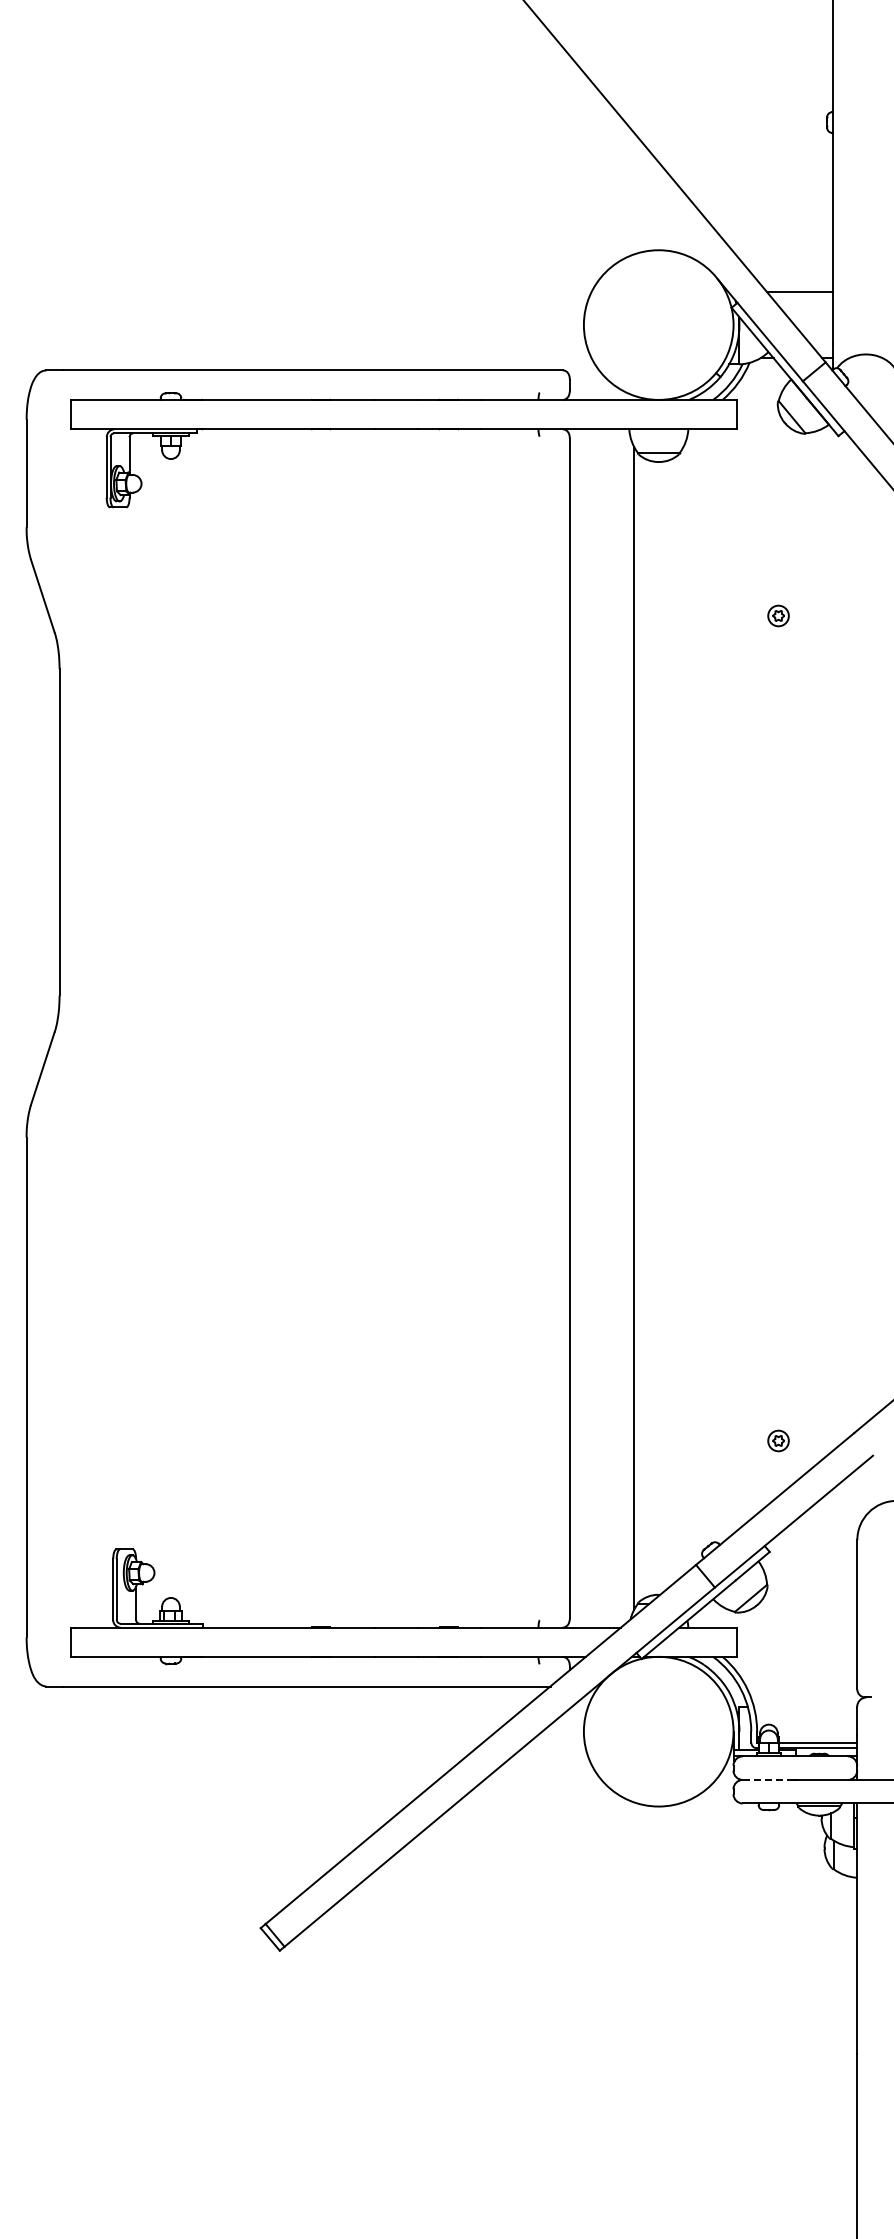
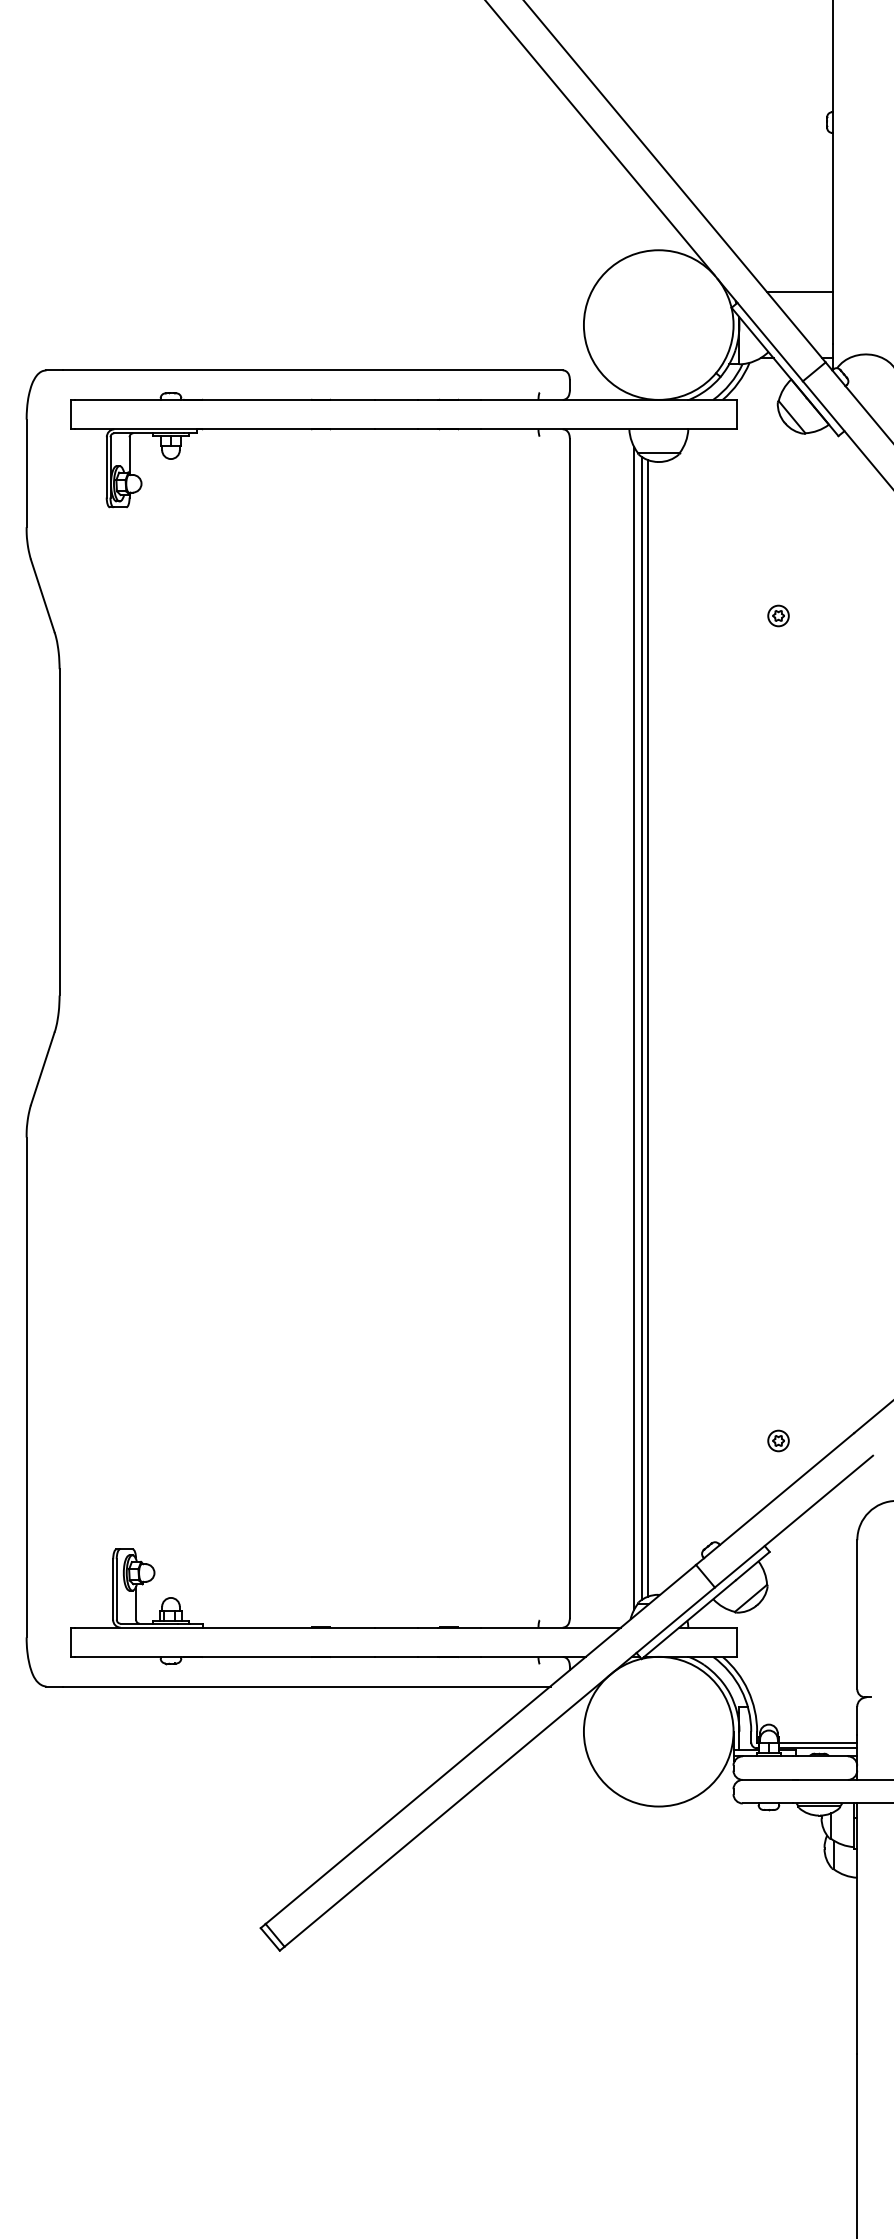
line at (600, 138): none -> present
line at (642, 1028): none -> present
line at (647, 1028): none -> present
line at (767, 1779): dashed -> solid
